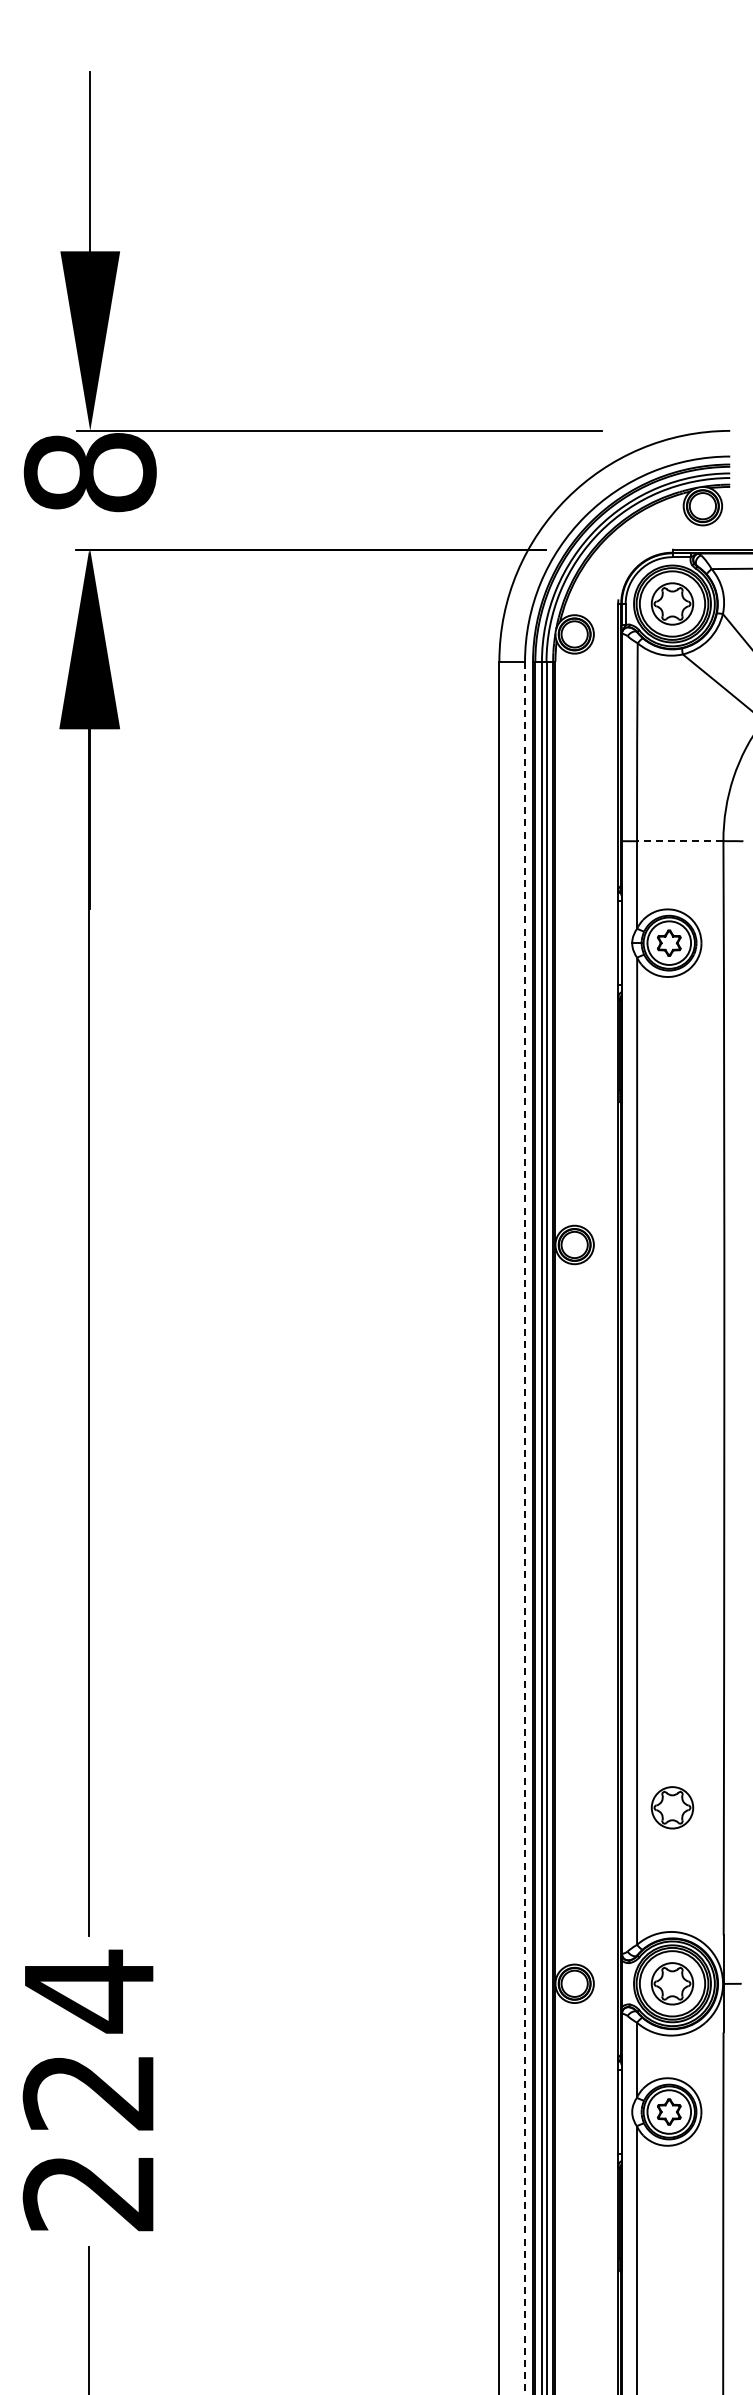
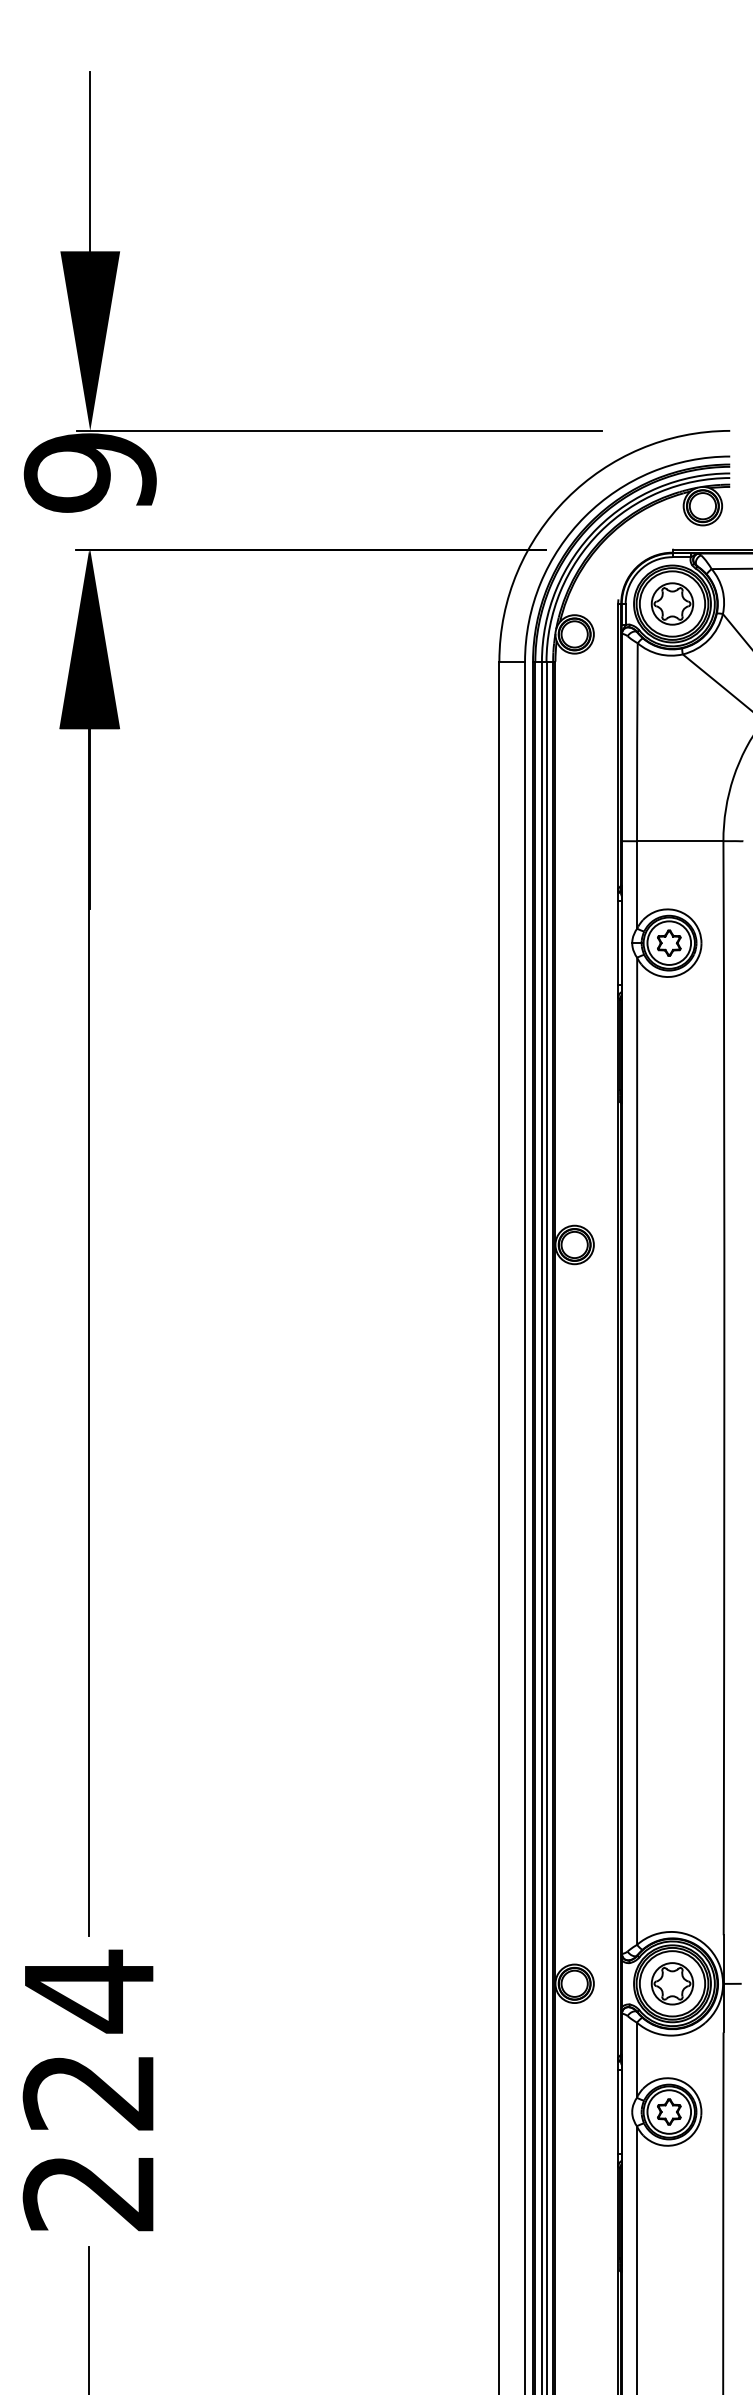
text at (89, 472): 8 -> 9
line at (679, 841): dashed -> solid
line at (525, 1528): dashed -> solid
part at (672, 1807): present -> none
